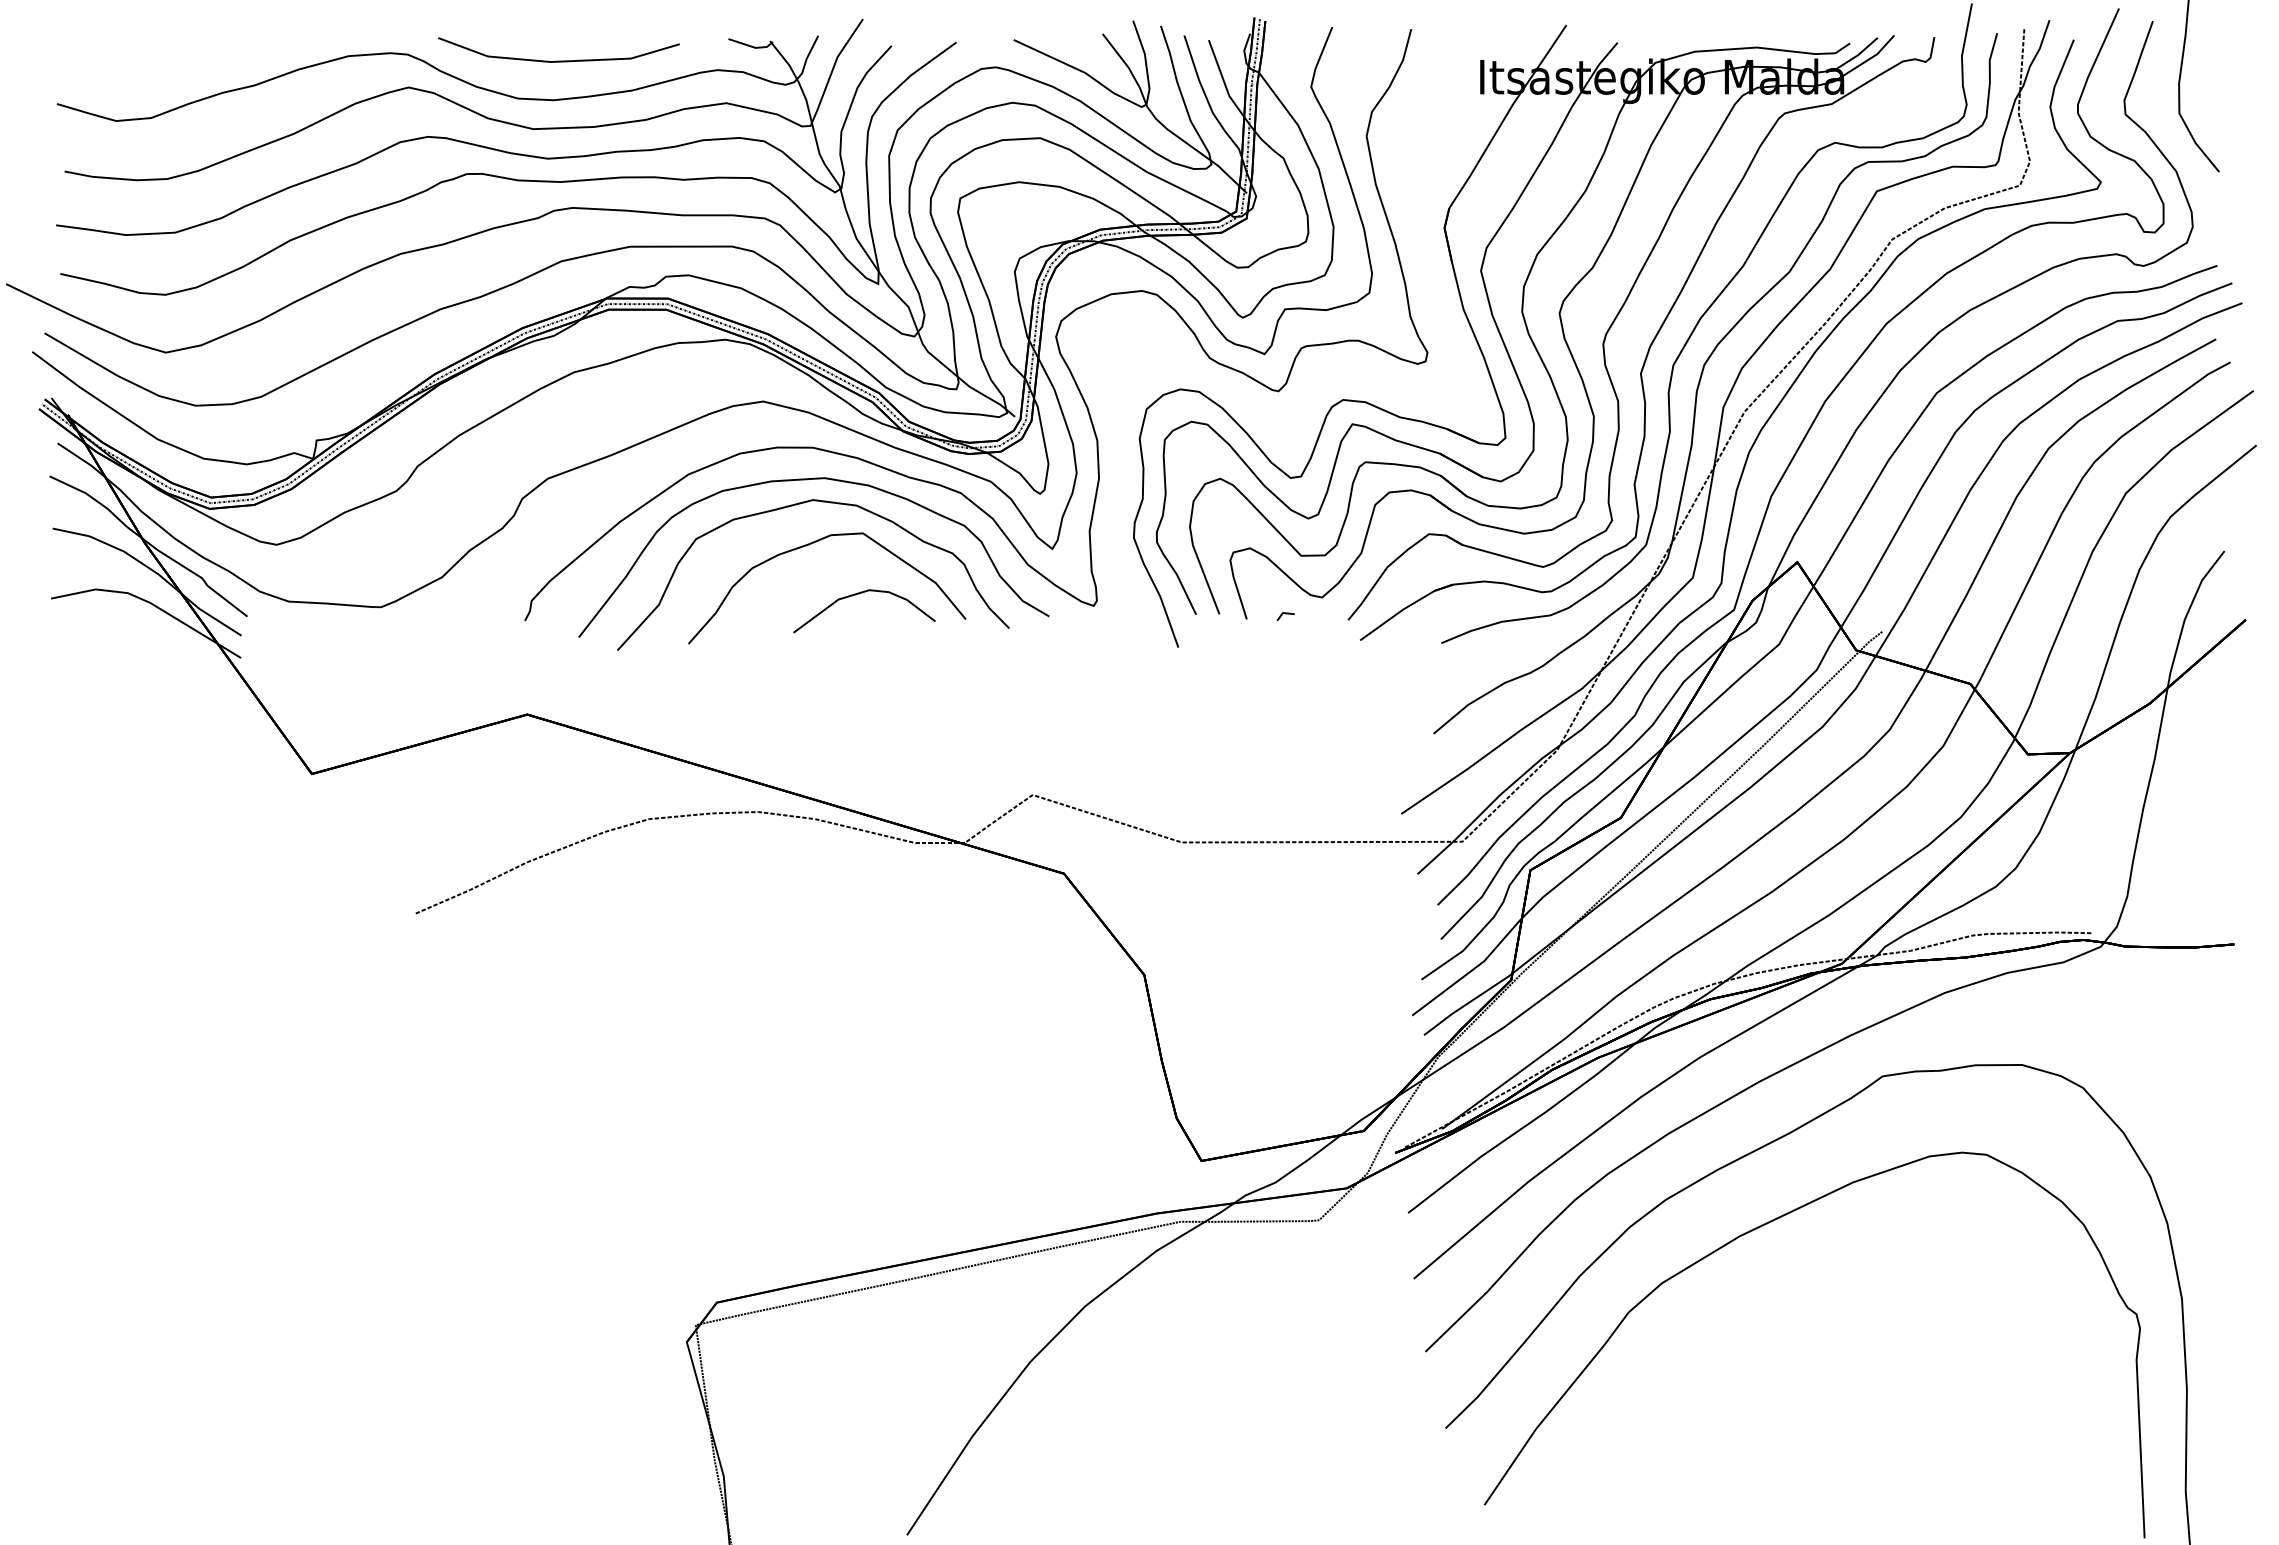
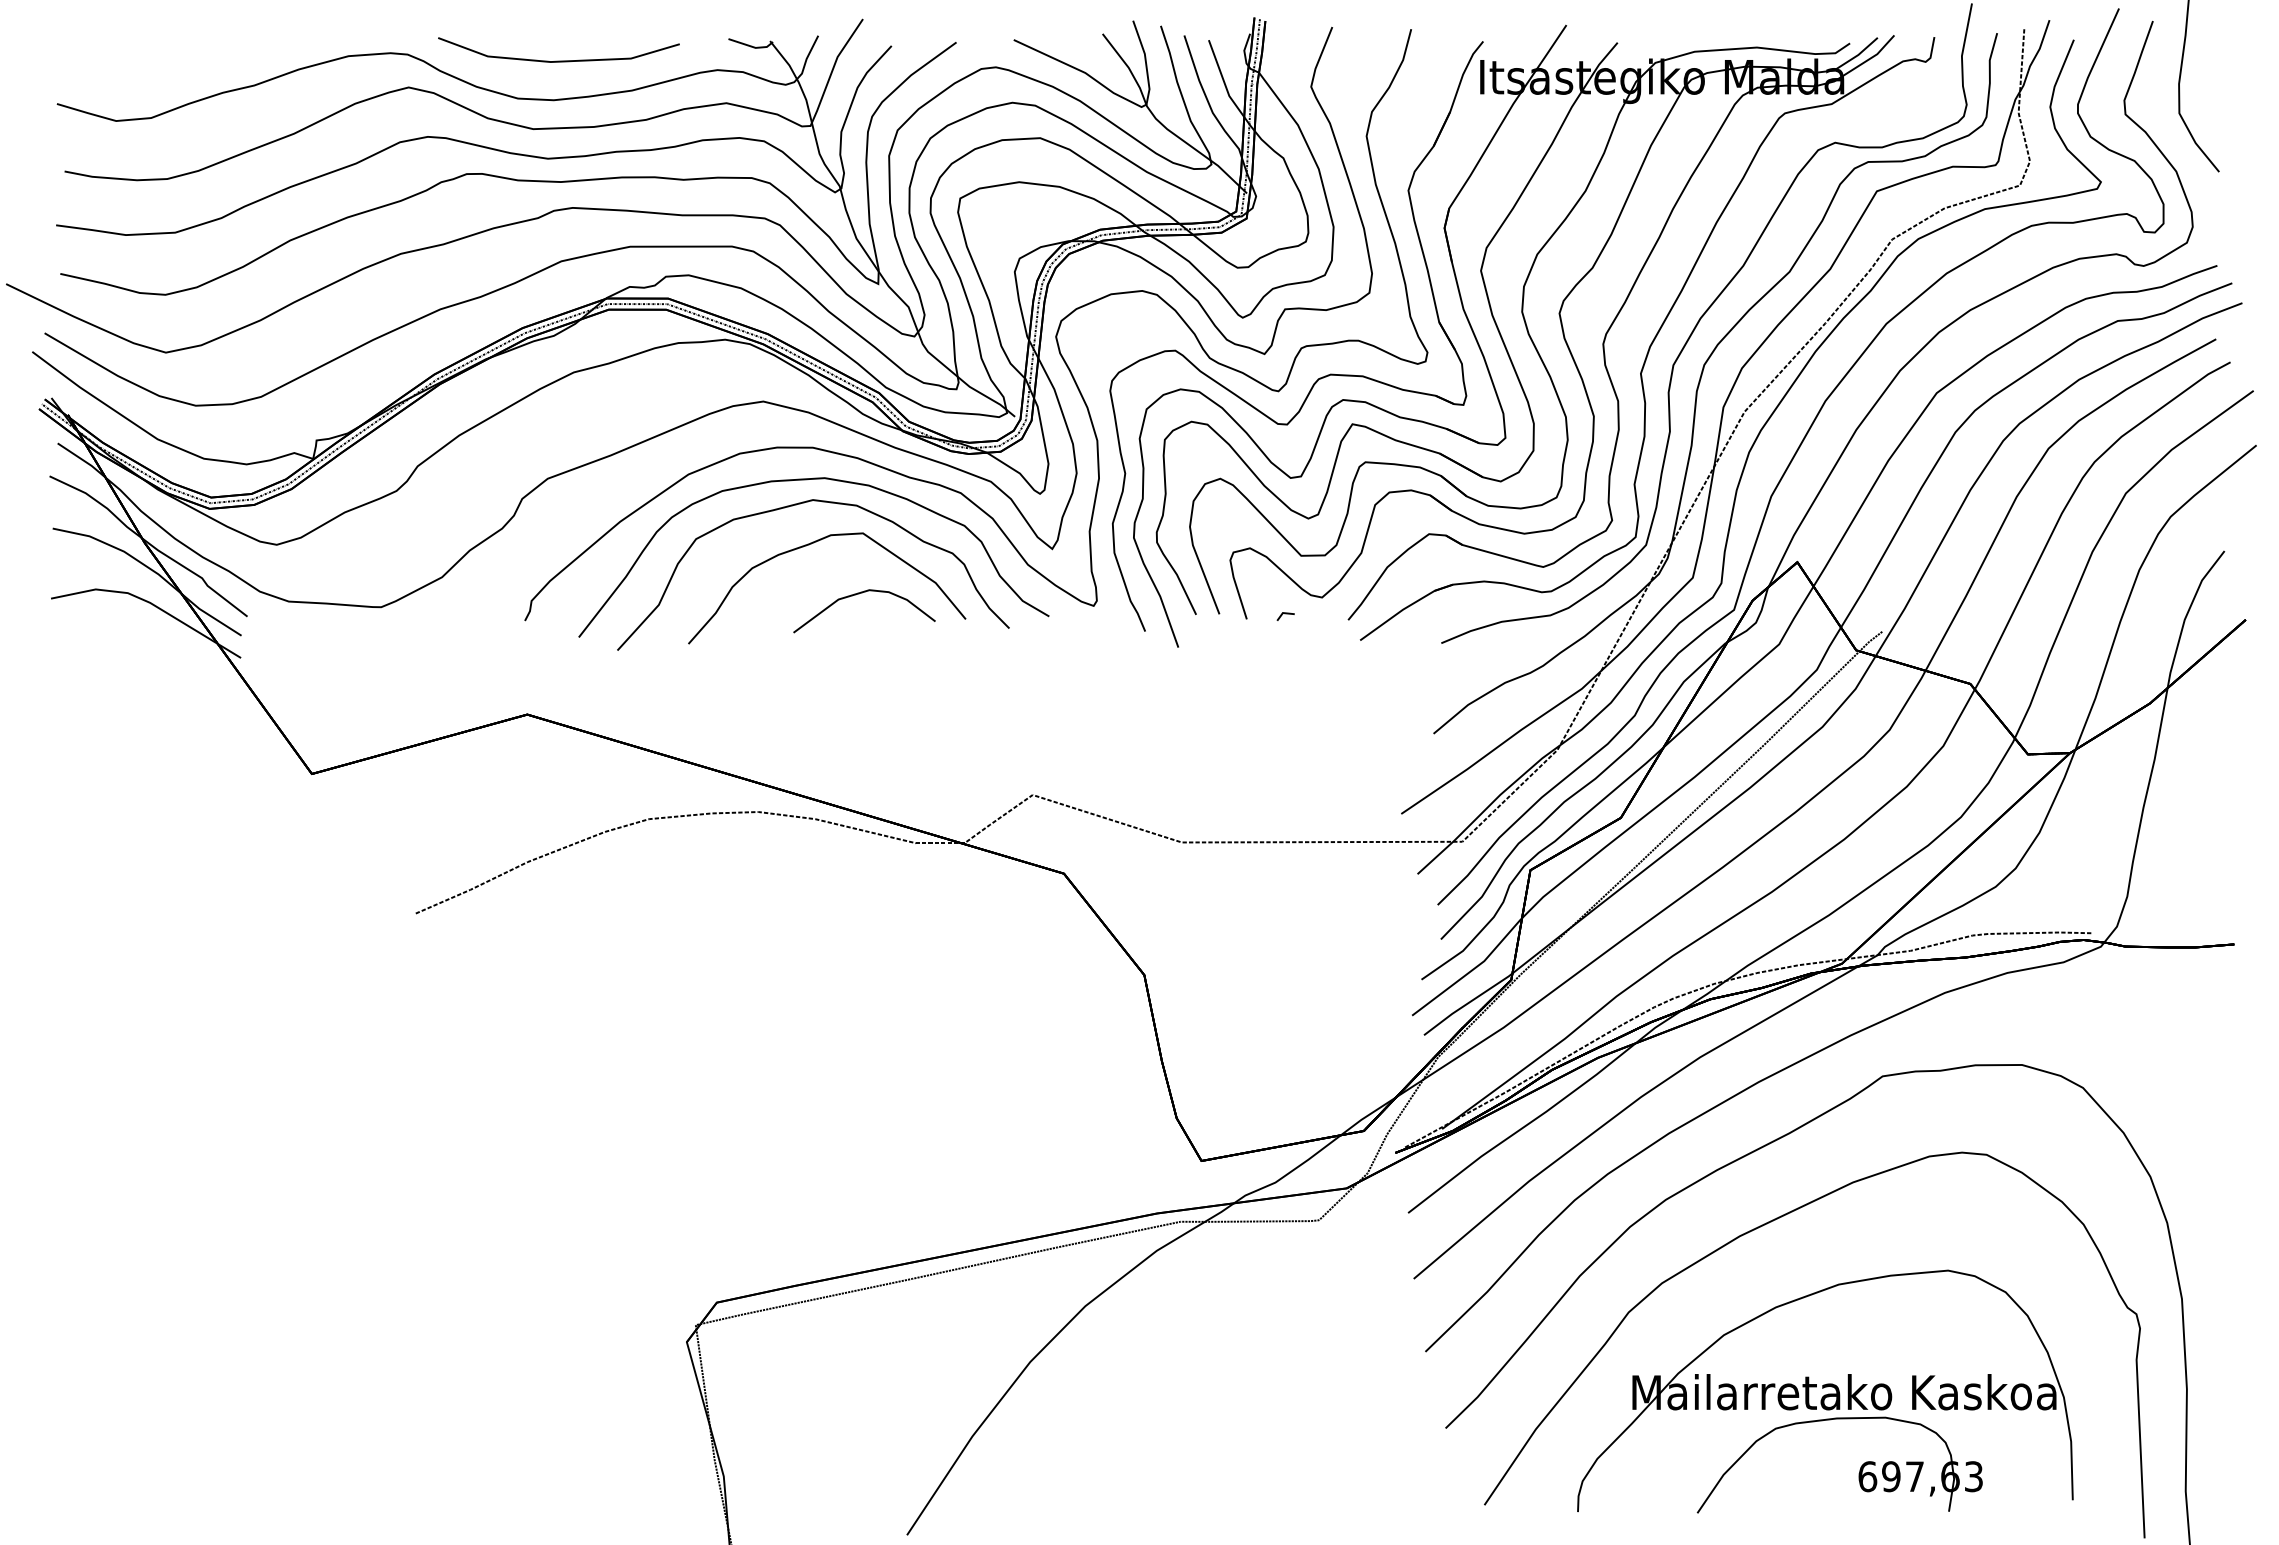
part at (1319, 377): none -> present
part at (1825, 1391): none -> present
